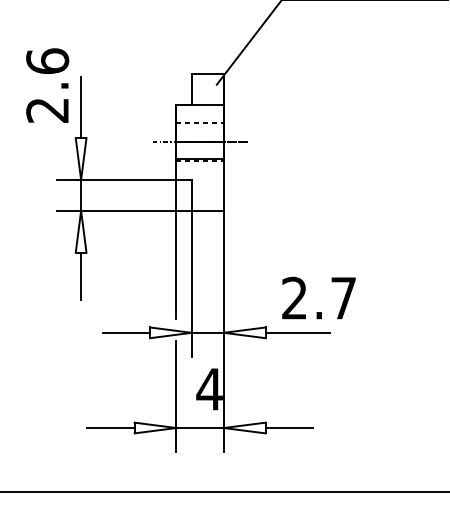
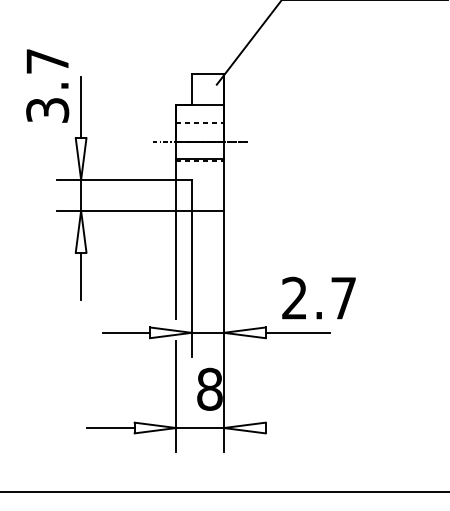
text at (47, 85): 2.6 -> 3.7
text at (209, 388): 4 -> 8
line at (289, 428): present -> none
